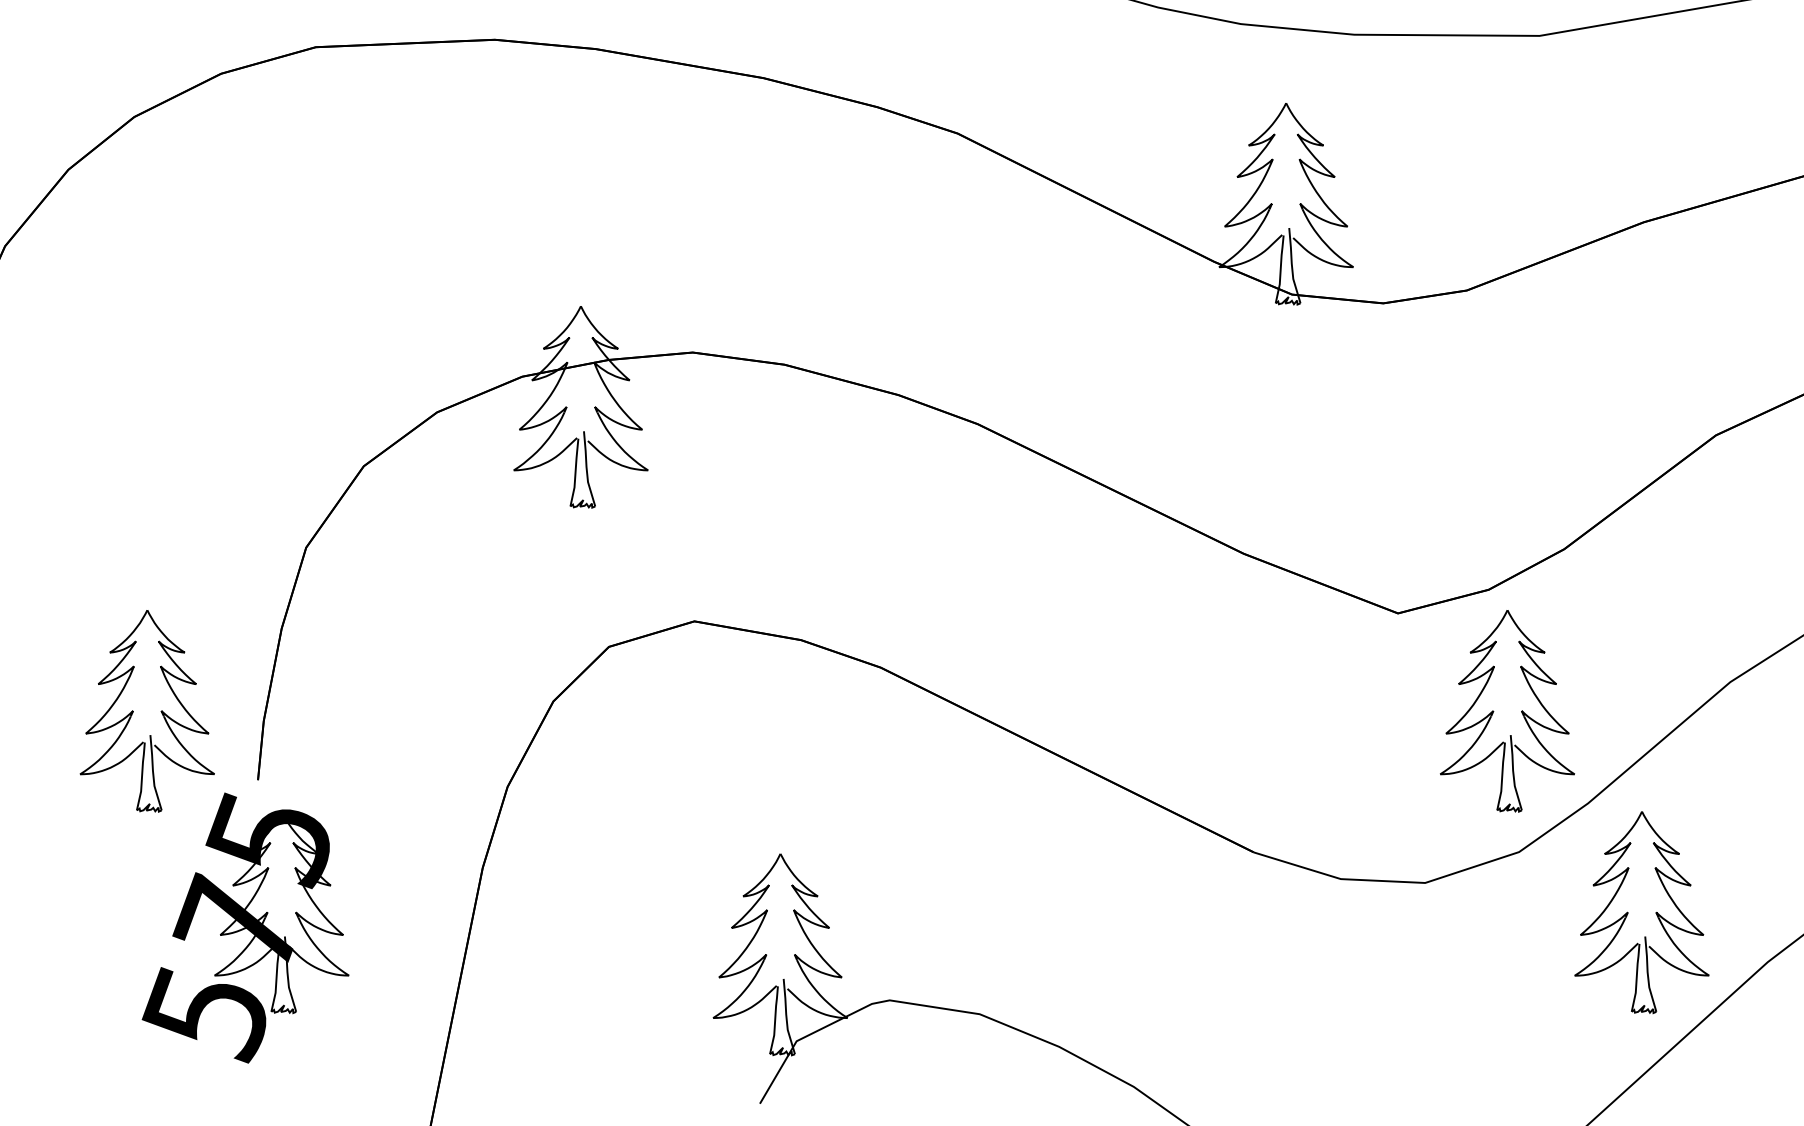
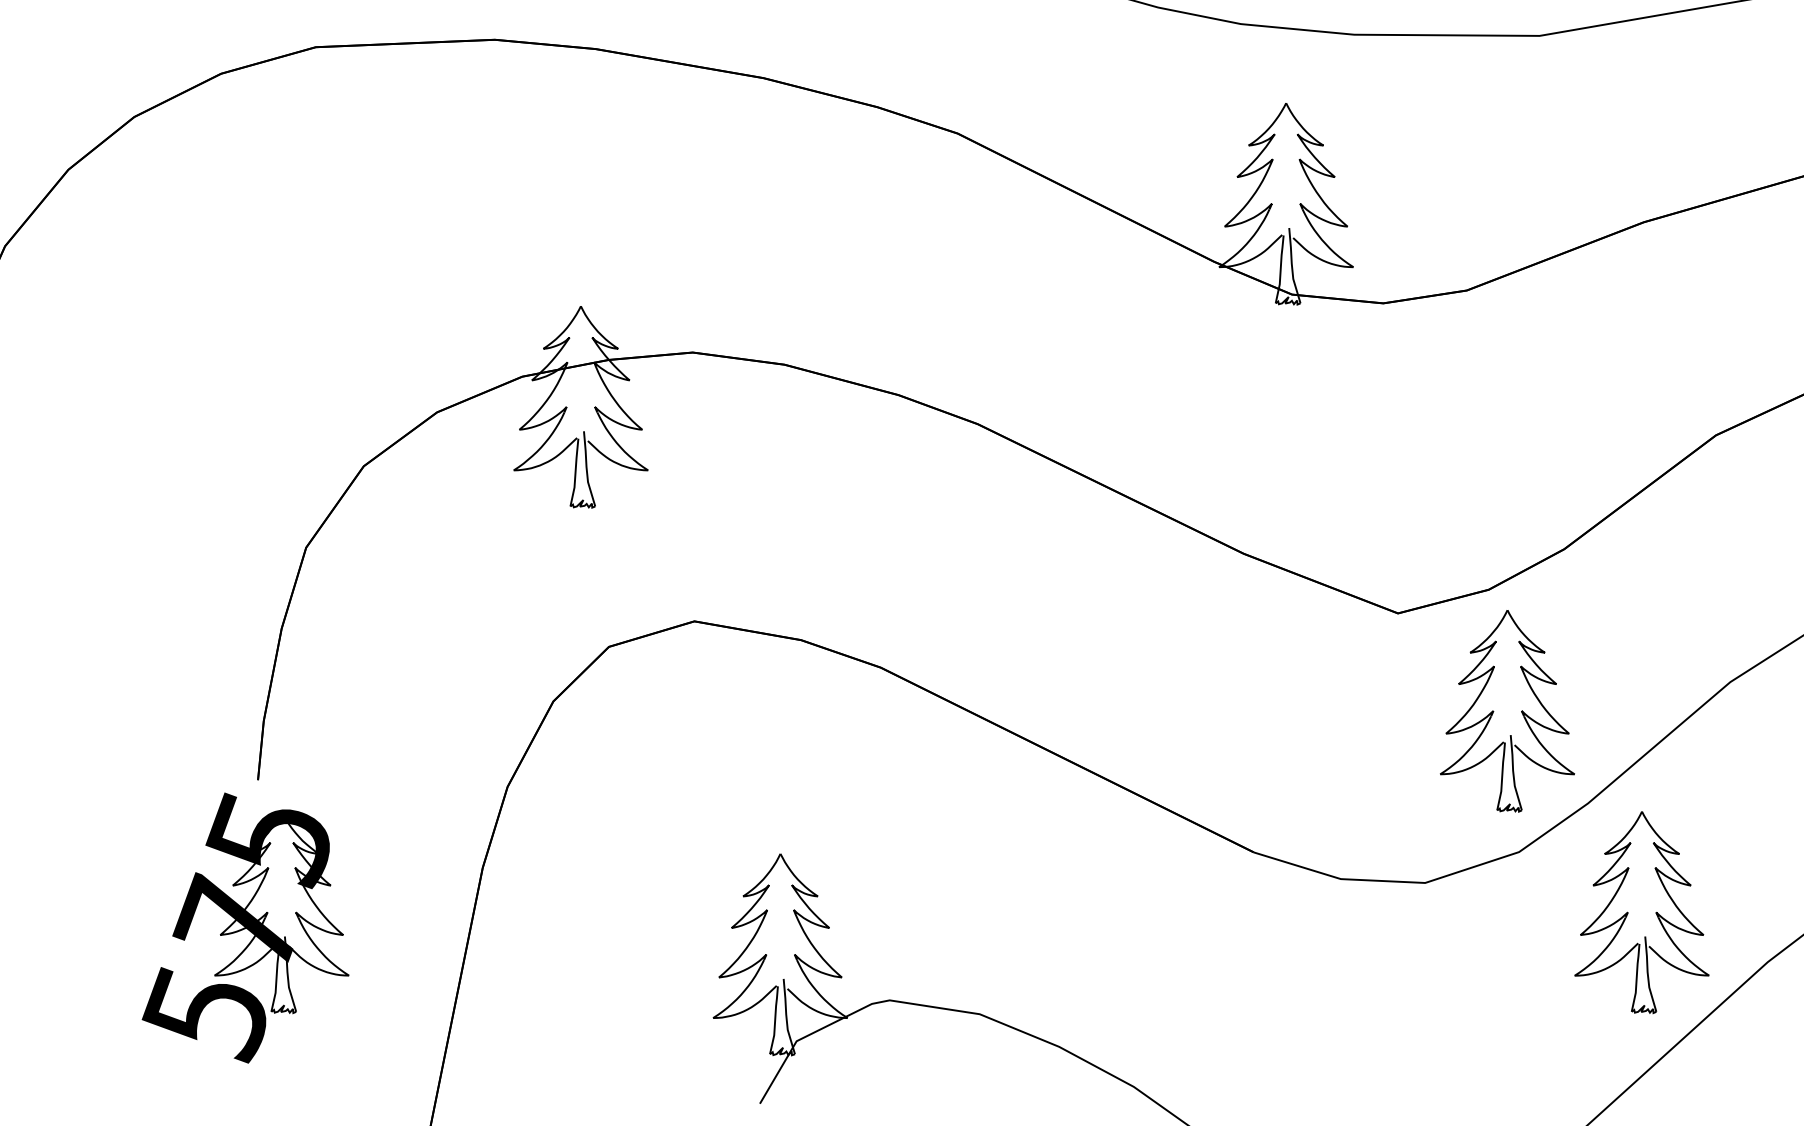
part at (133, 711): present -> none
